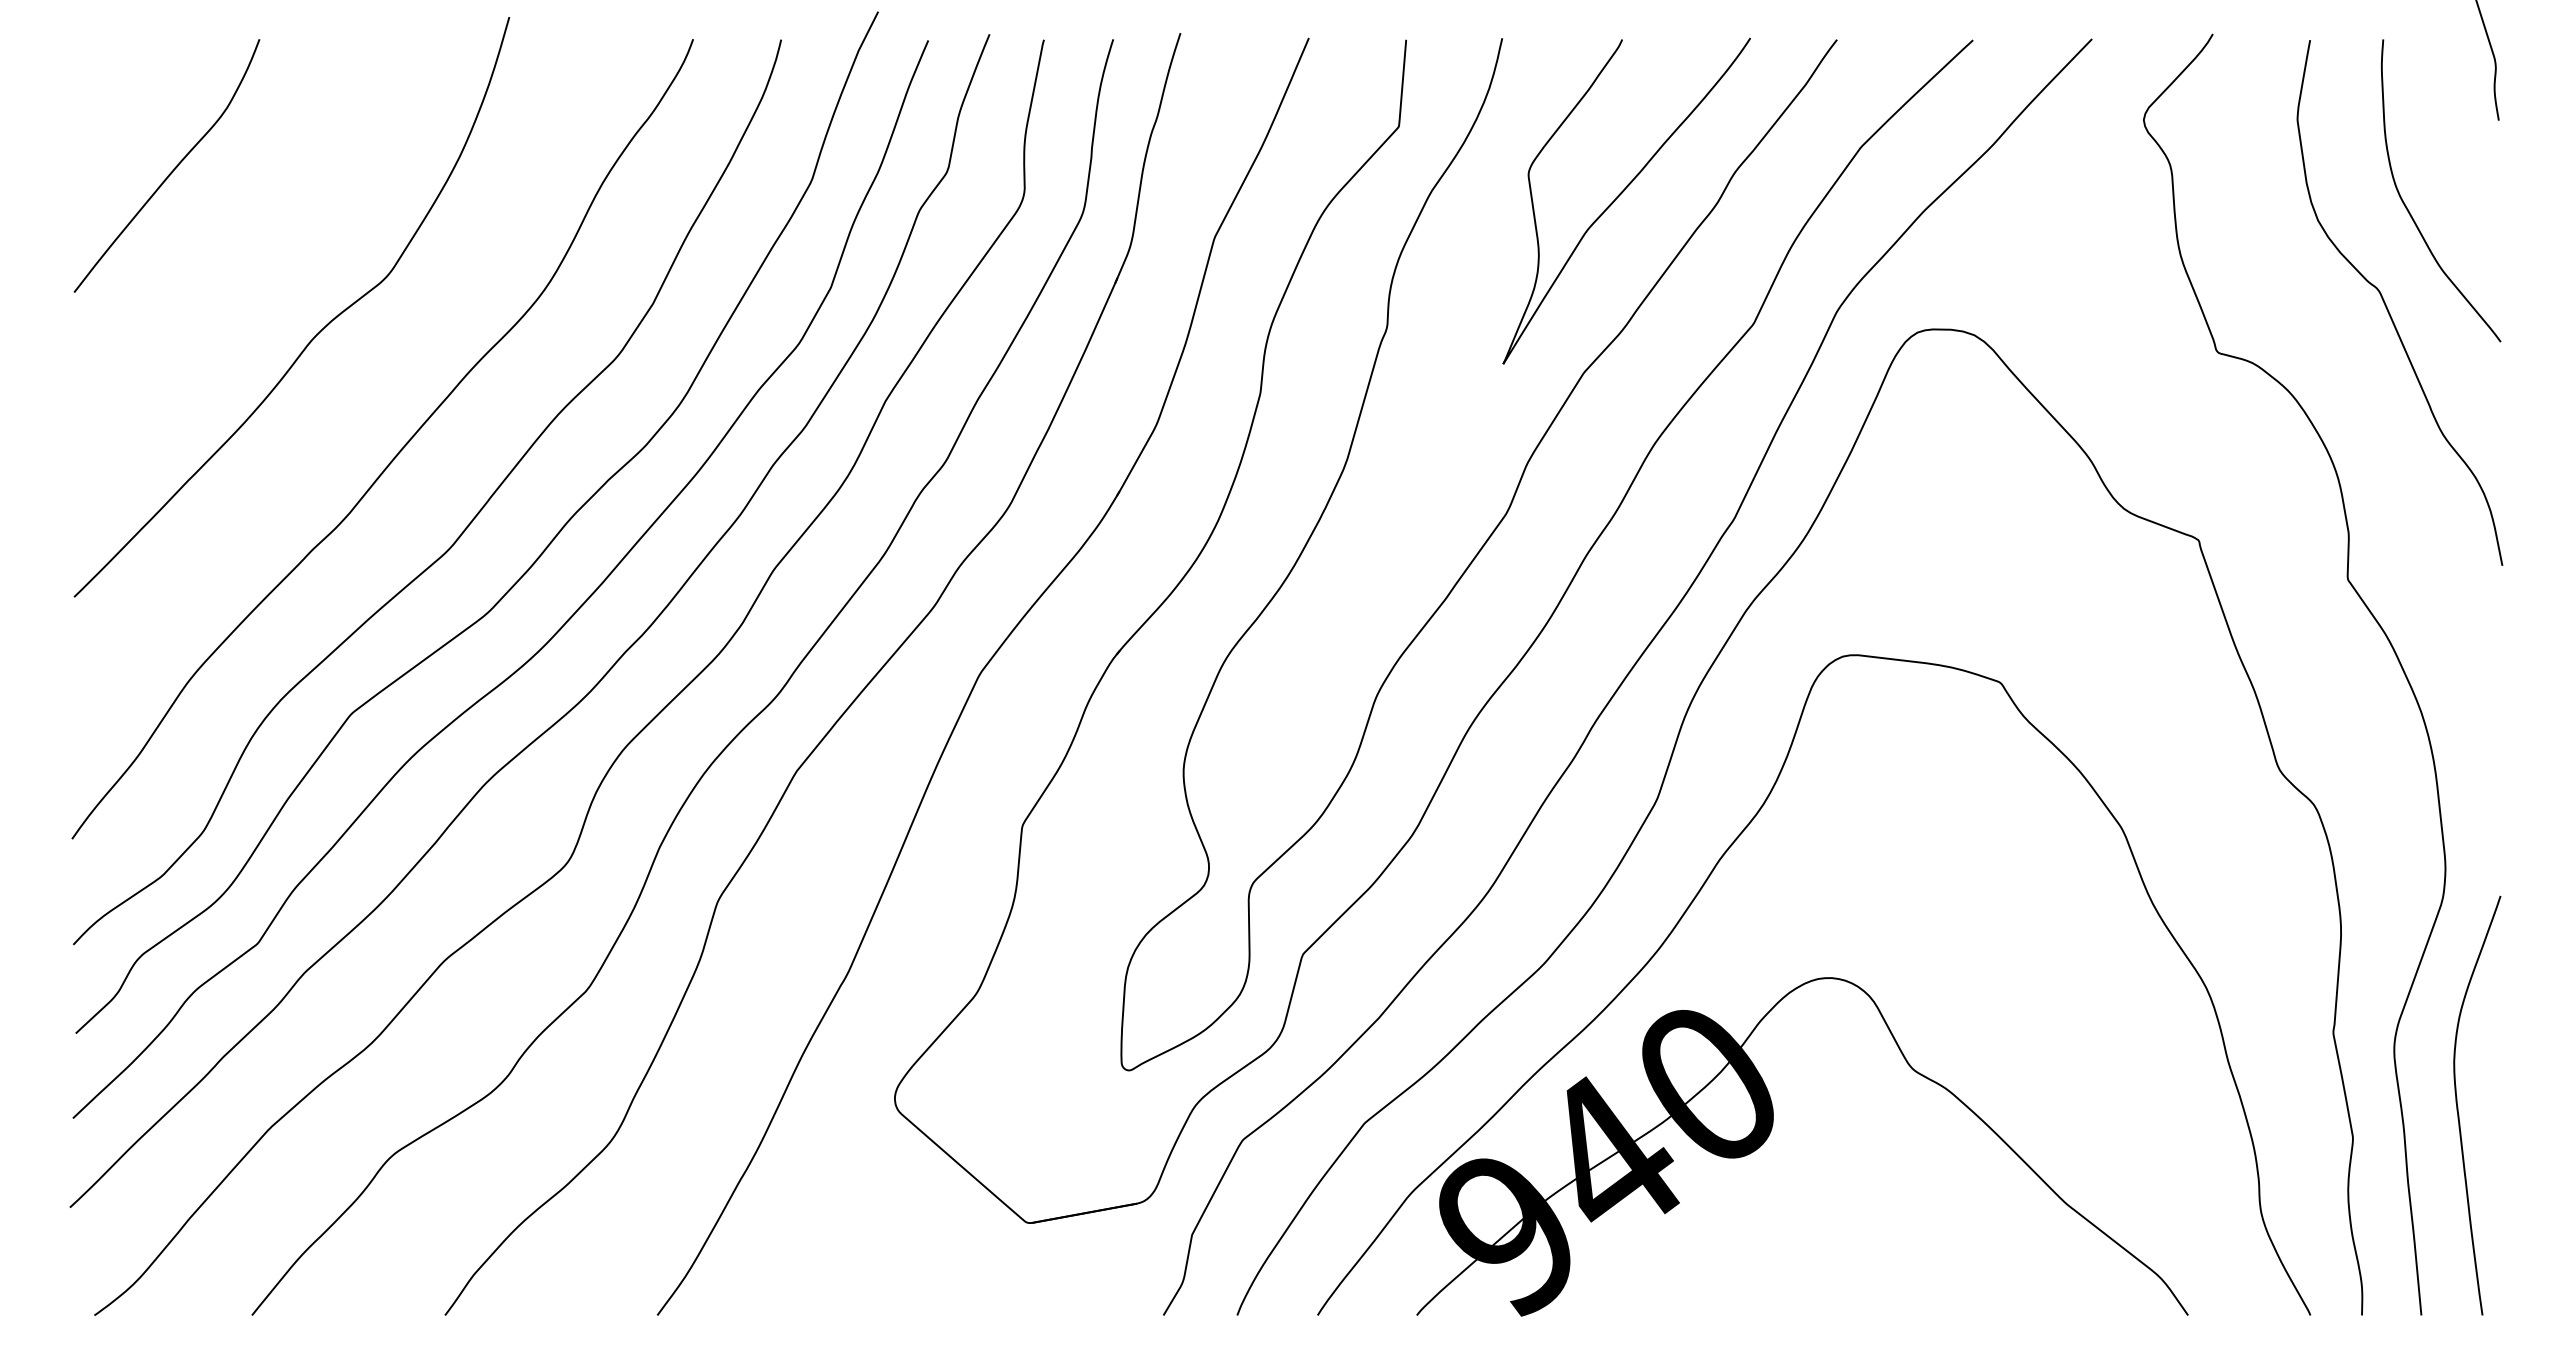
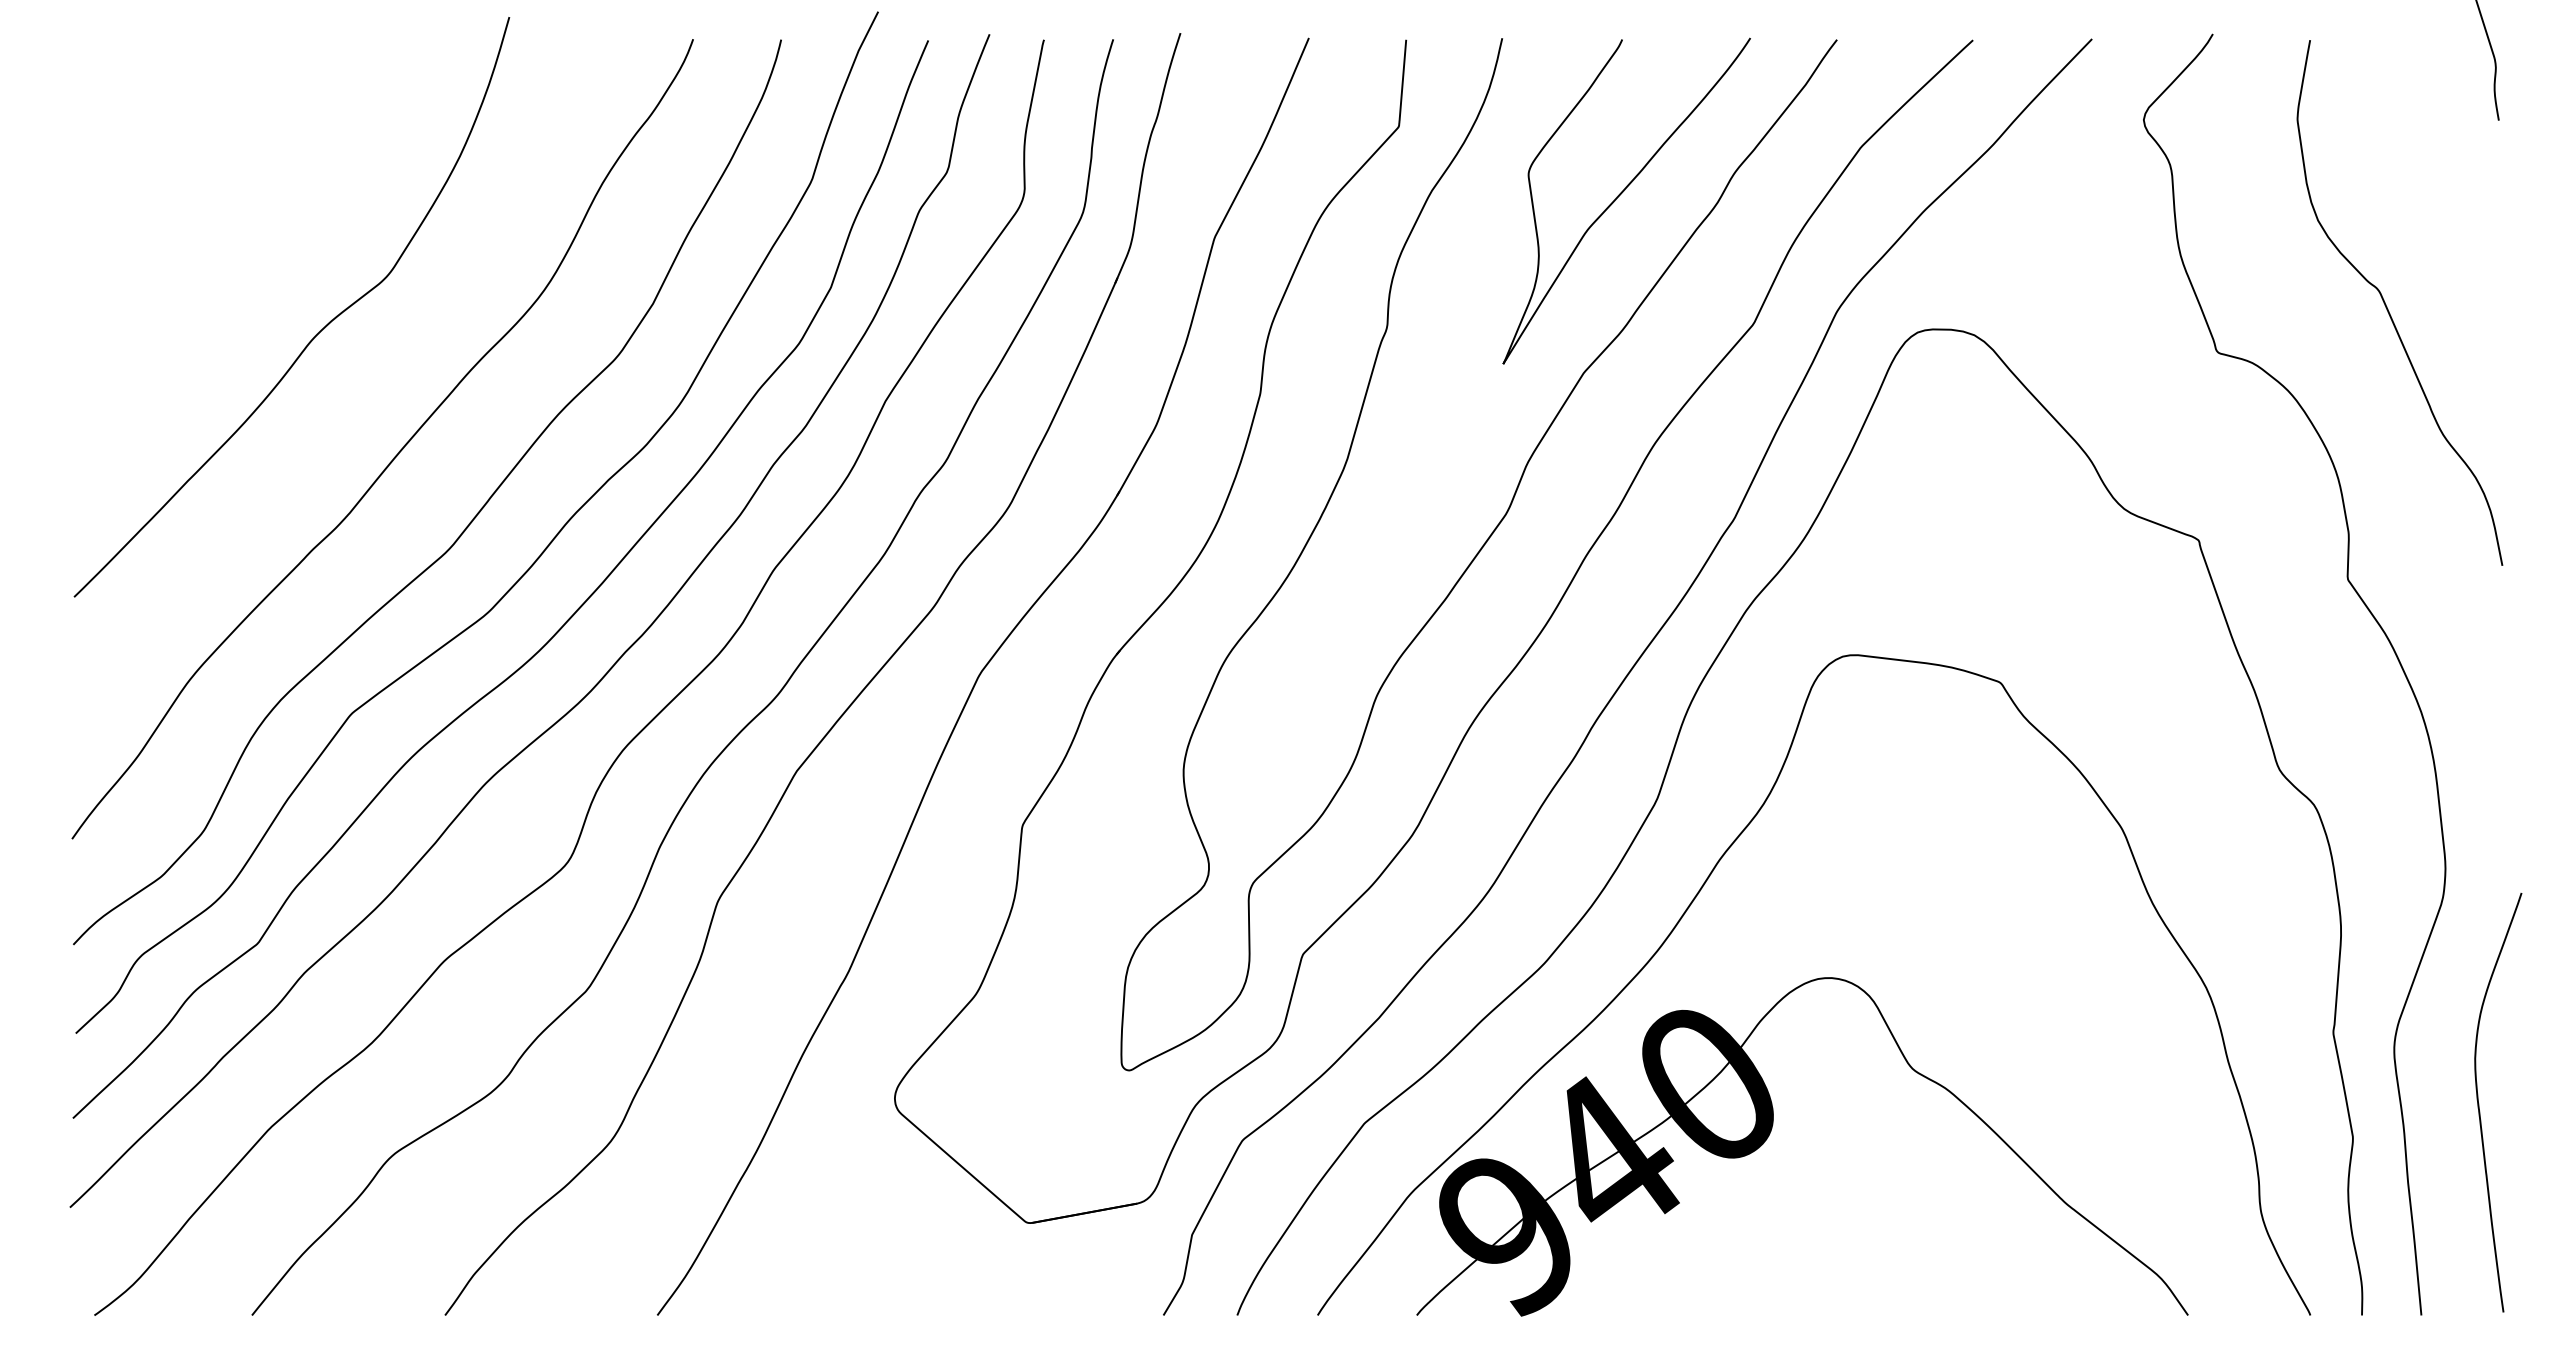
curve at (173, 168): present -> none
curve at (2407, 207): present -> none
curve at (2458, 1106) position: (2458, 1106) -> (2479, 1103)
